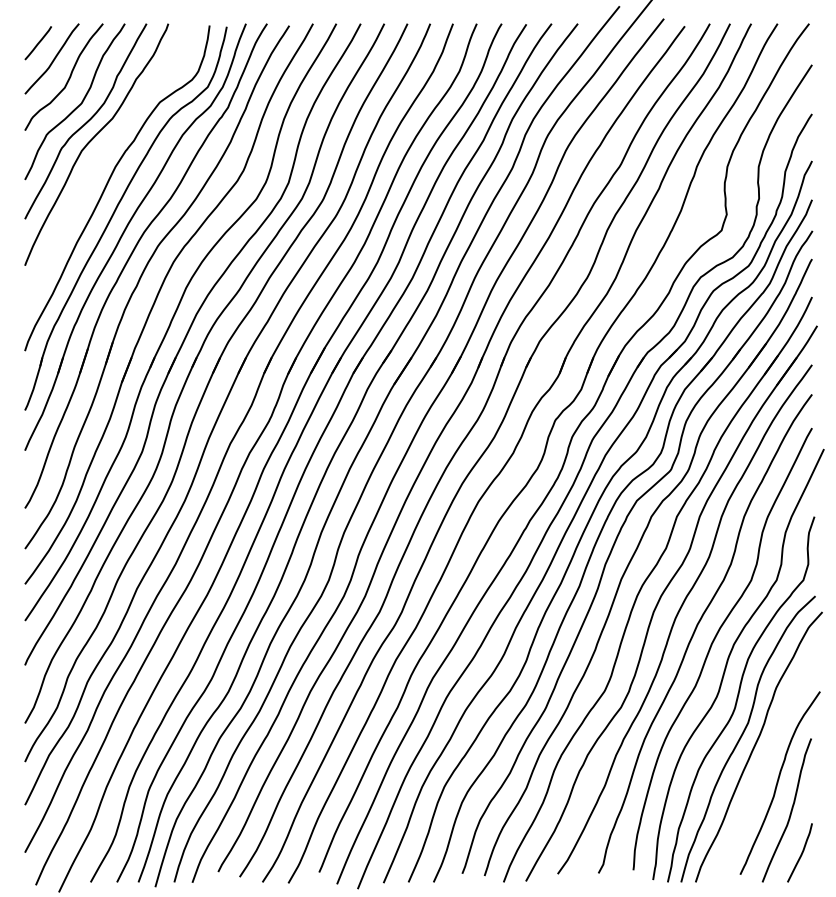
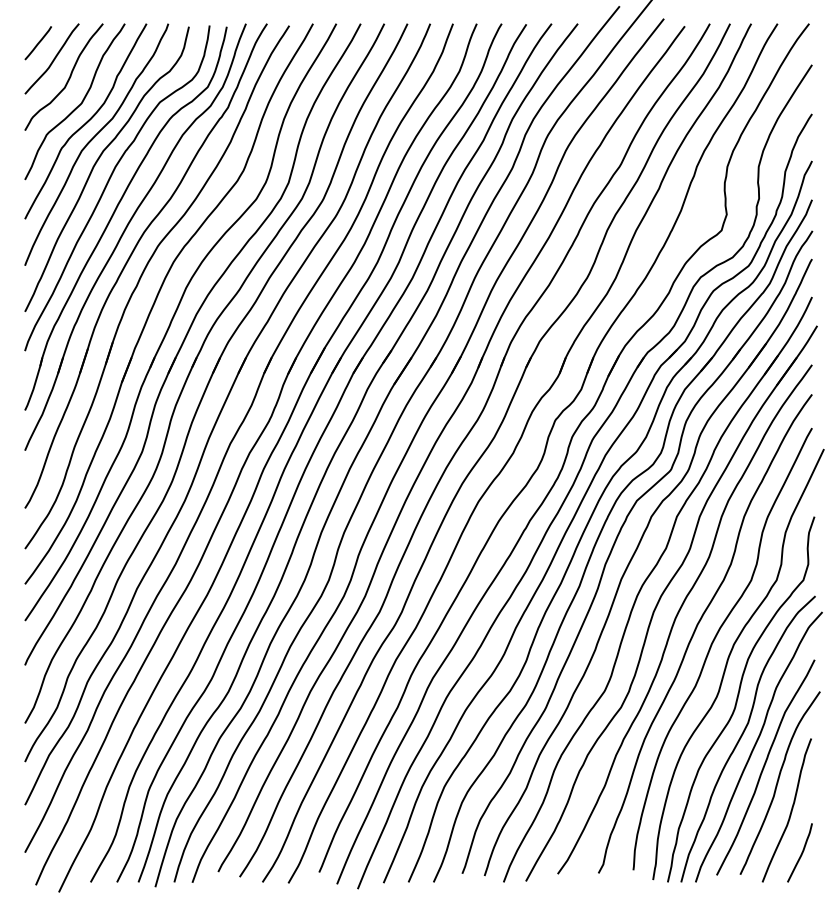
curve at (96, 164): none -> present
curve at (764, 767): none -> present
